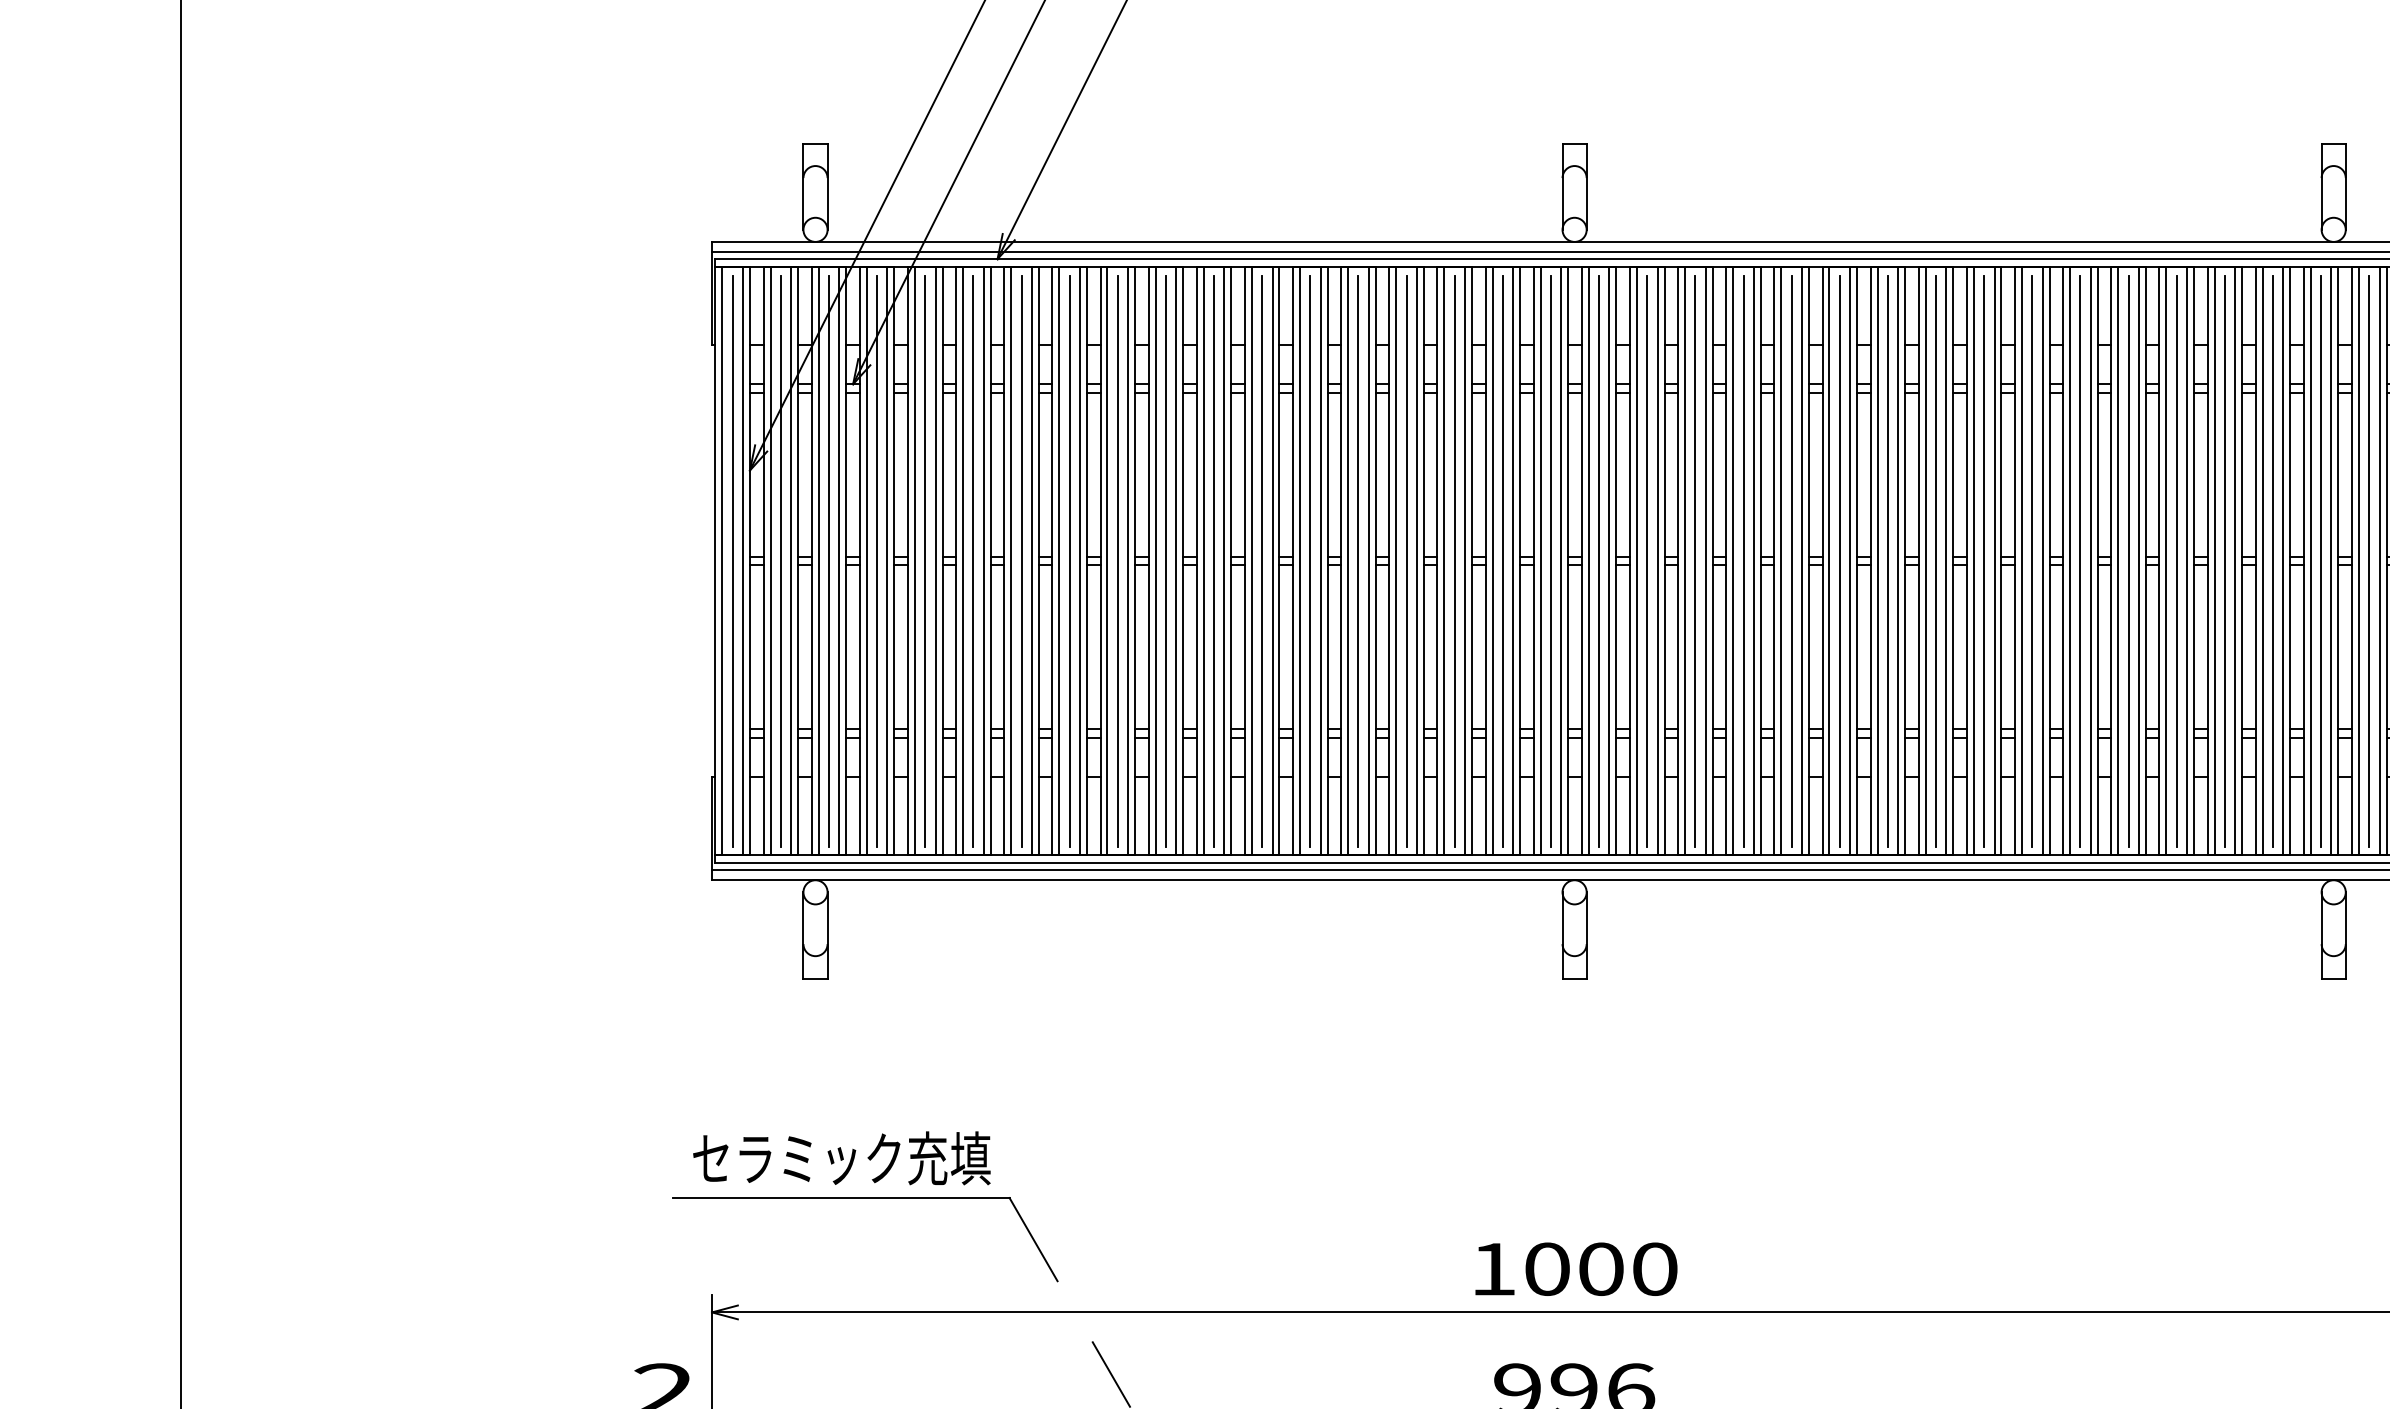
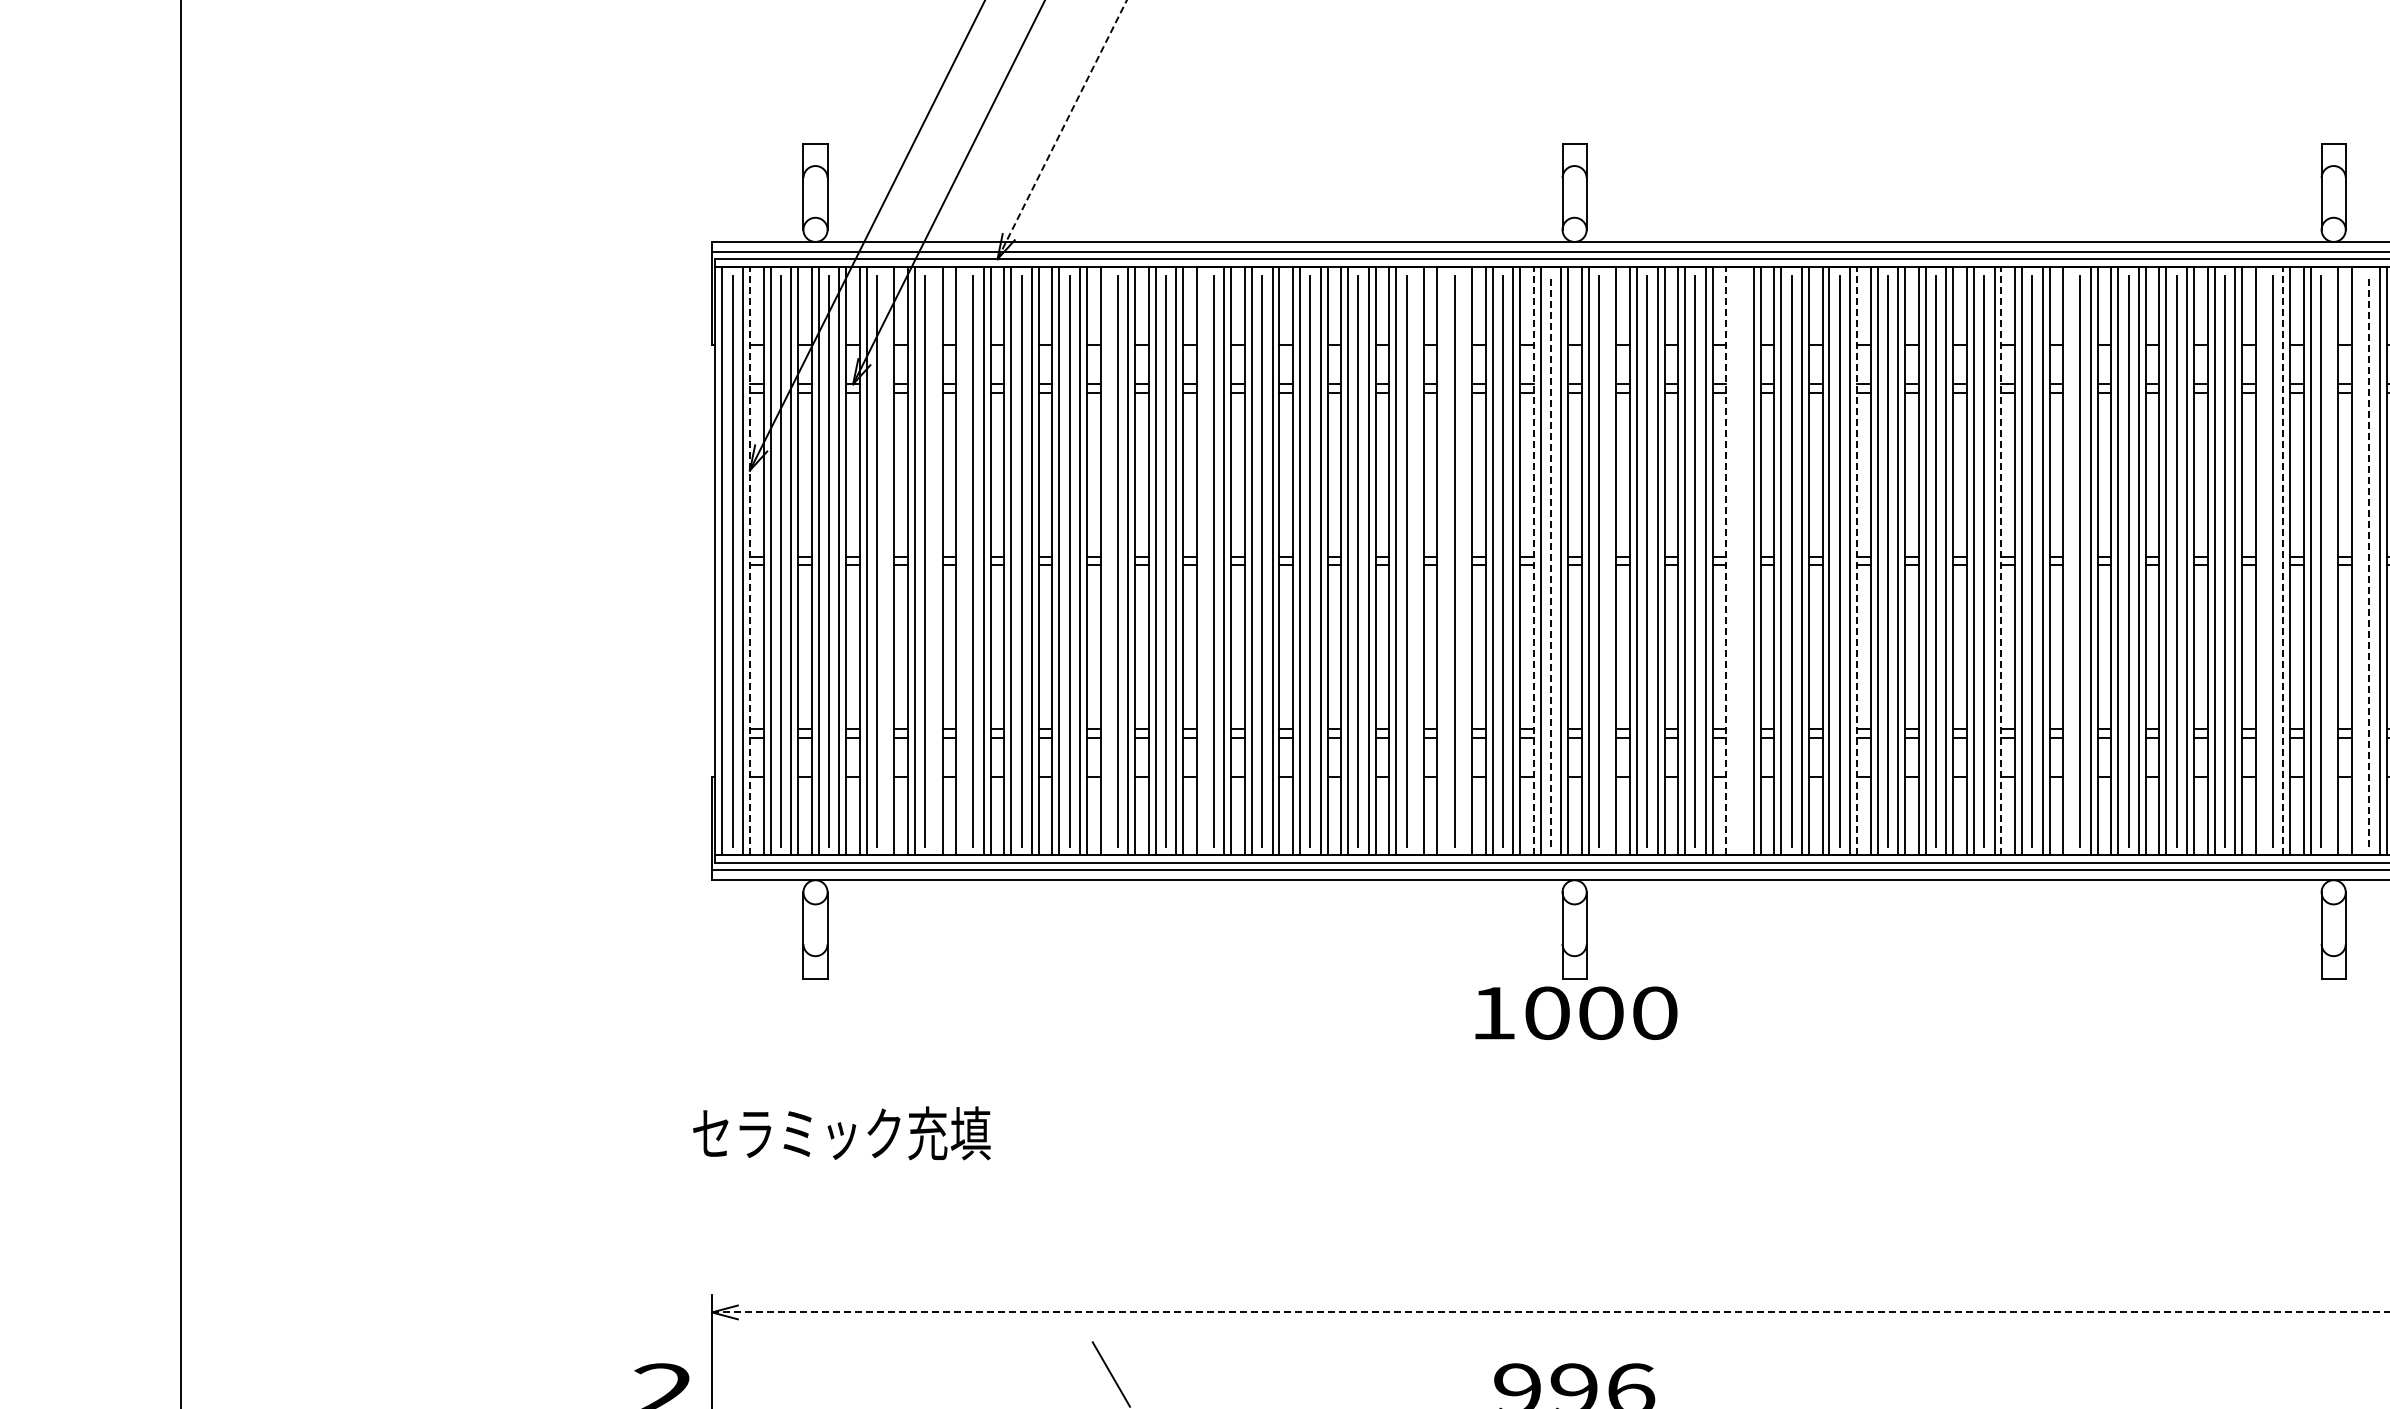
line at (1062, 129): solid -> dashed
line at (749, 560): solid -> dashed
line at (887, 560): present -> none
line at (935, 560): present -> none
line at (963, 560): present -> none
line at (1107, 560): present -> none
line at (1203, 560): present -> none
line at (1416, 560): present -> none
line at (1444, 560): present -> none
line at (1465, 560): present -> none
line at (1533, 560): solid -> dashed
line at (1609, 560): present -> none
line at (1726, 560): solid -> dashed
line at (1733, 560): present -> none
line at (1743, 560): present -> none
line at (1857, 560): solid -> dashed
line at (2001, 560): solid -> dashed
line at (2070, 560): present -> none
line at (2262, 560): present -> none
line at (2283, 560): solid -> dashed
line at (2331, 560): present -> none
line at (2358, 560): present -> none
line at (1550, 561): solid -> dashed
line at (2369, 561): solid -> dashed
text at (841, 1158) position: (841, 1158) -> (841, 1133)
part at (865, 1198): present -> none
text at (1576, 1268) position: (1576, 1268) -> (1576, 1012)
line at (1550, 1312): solid -> dashed
